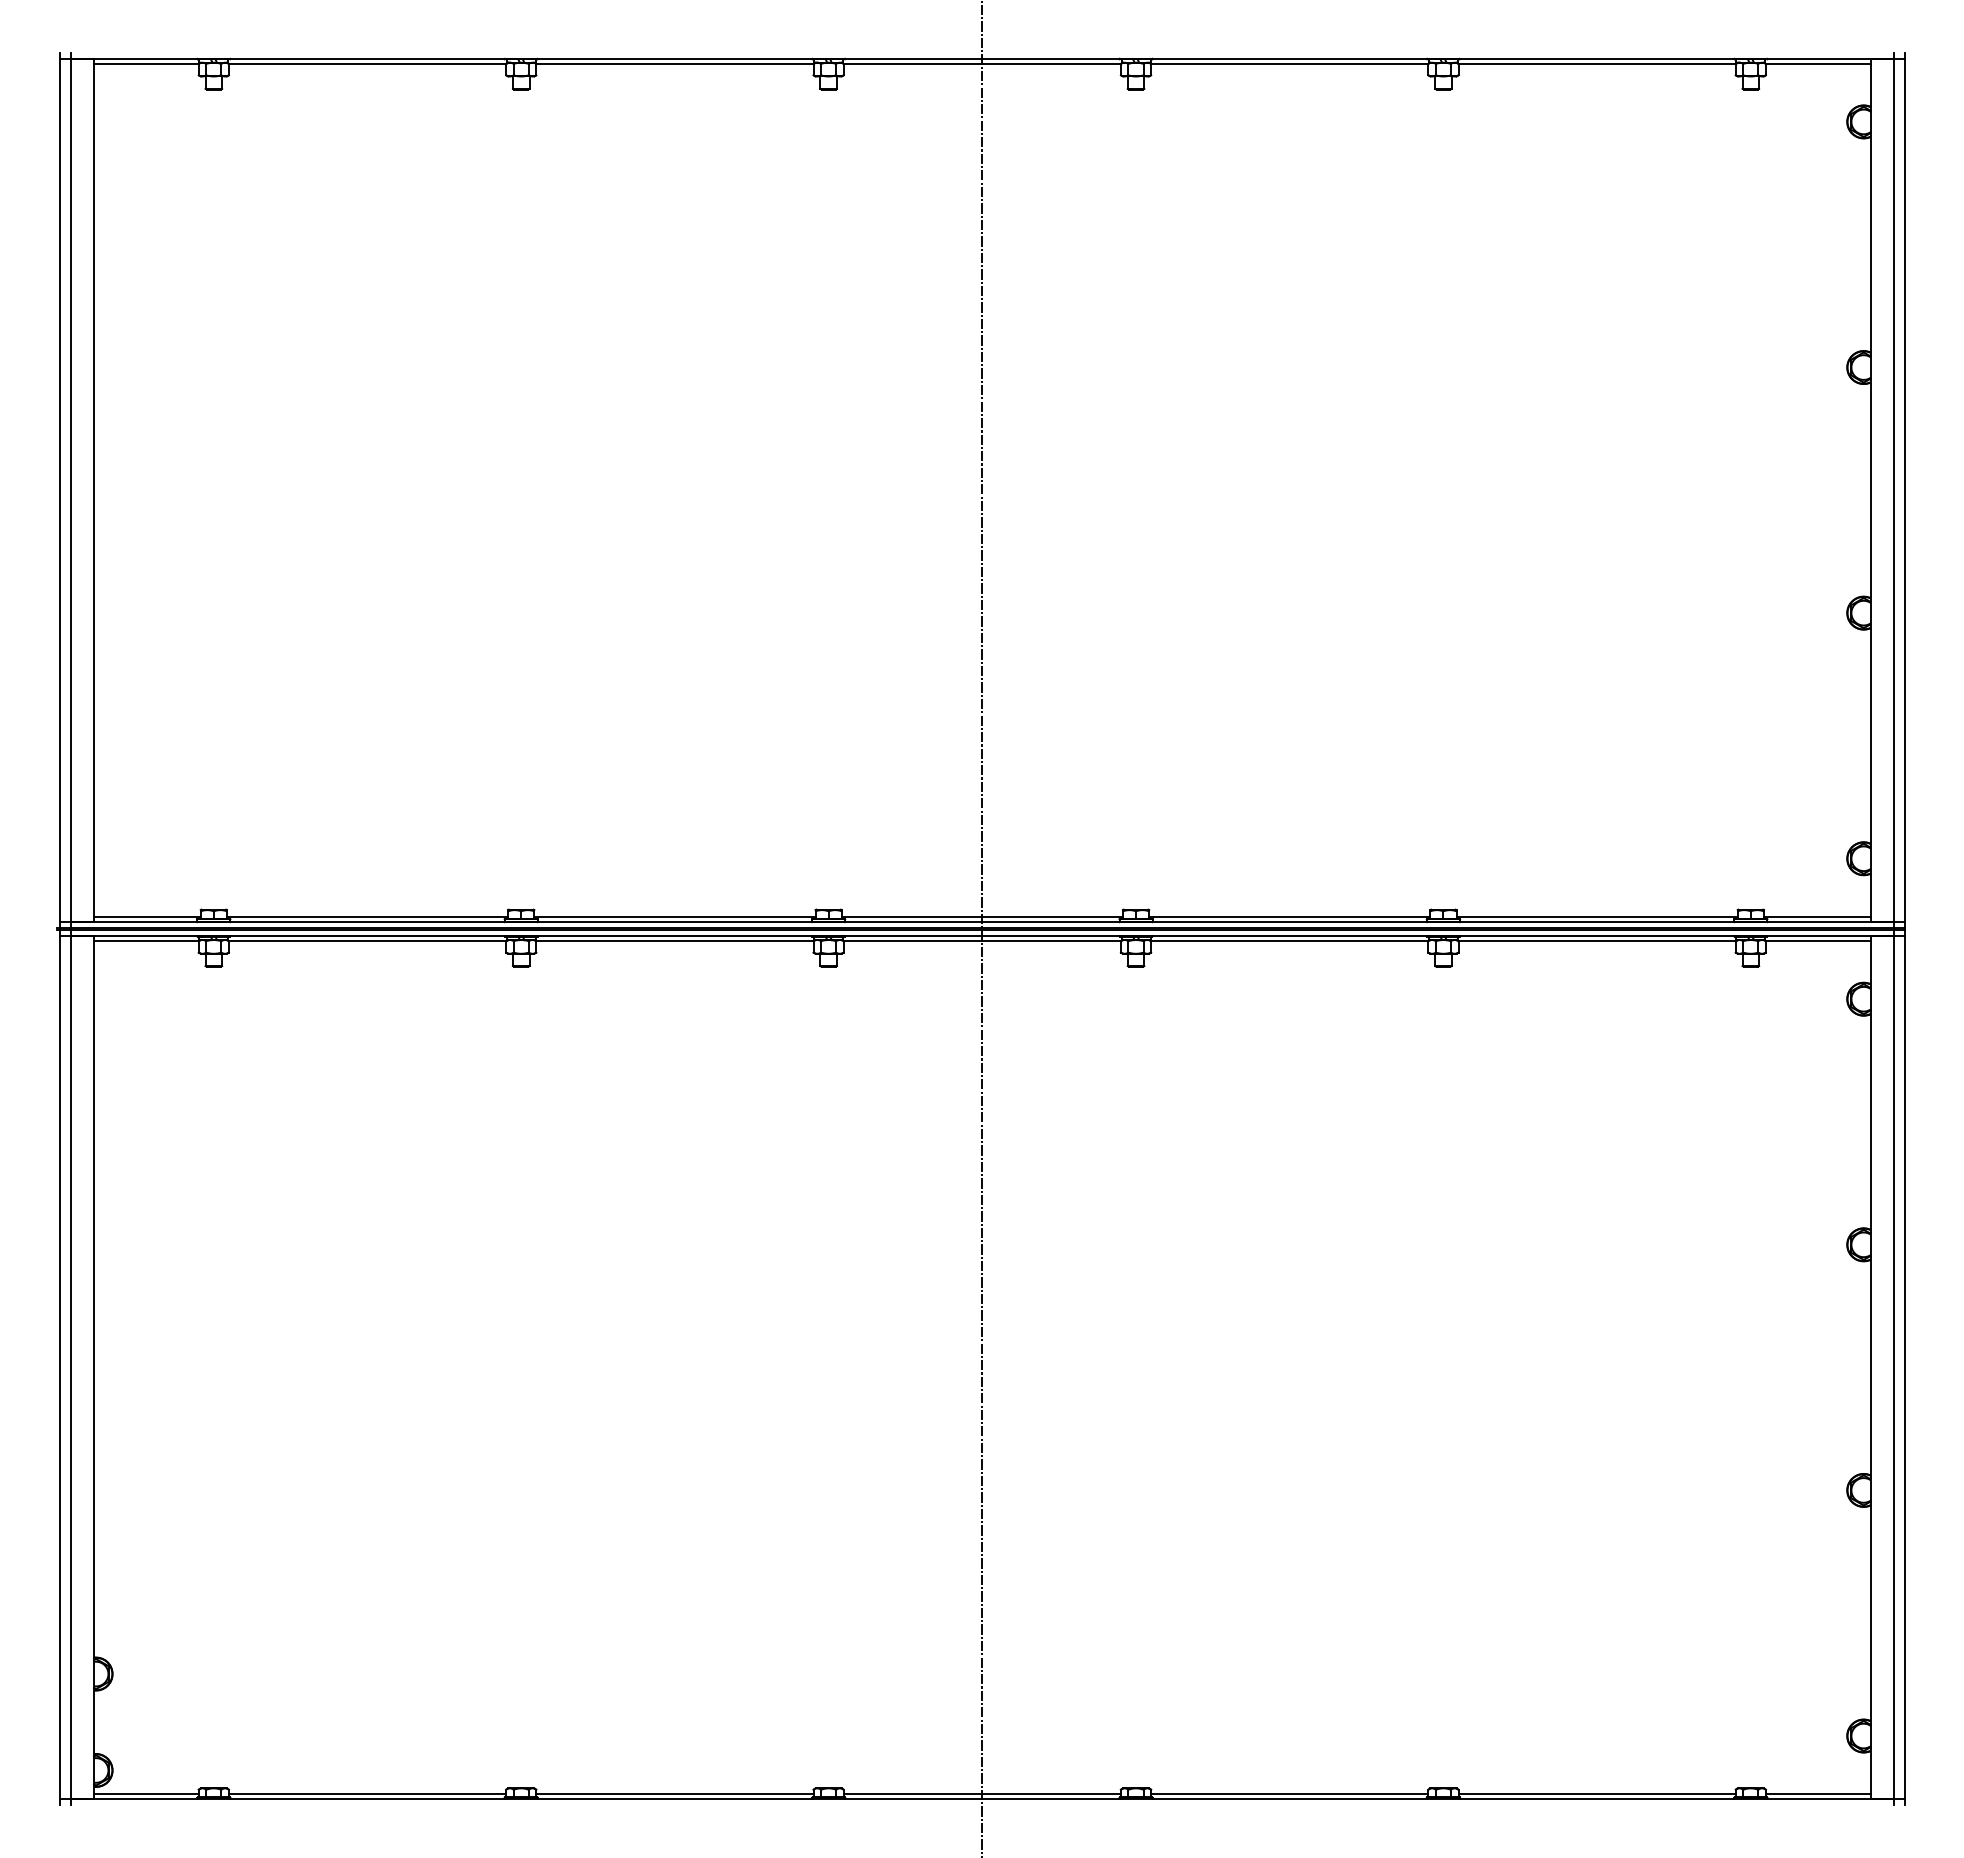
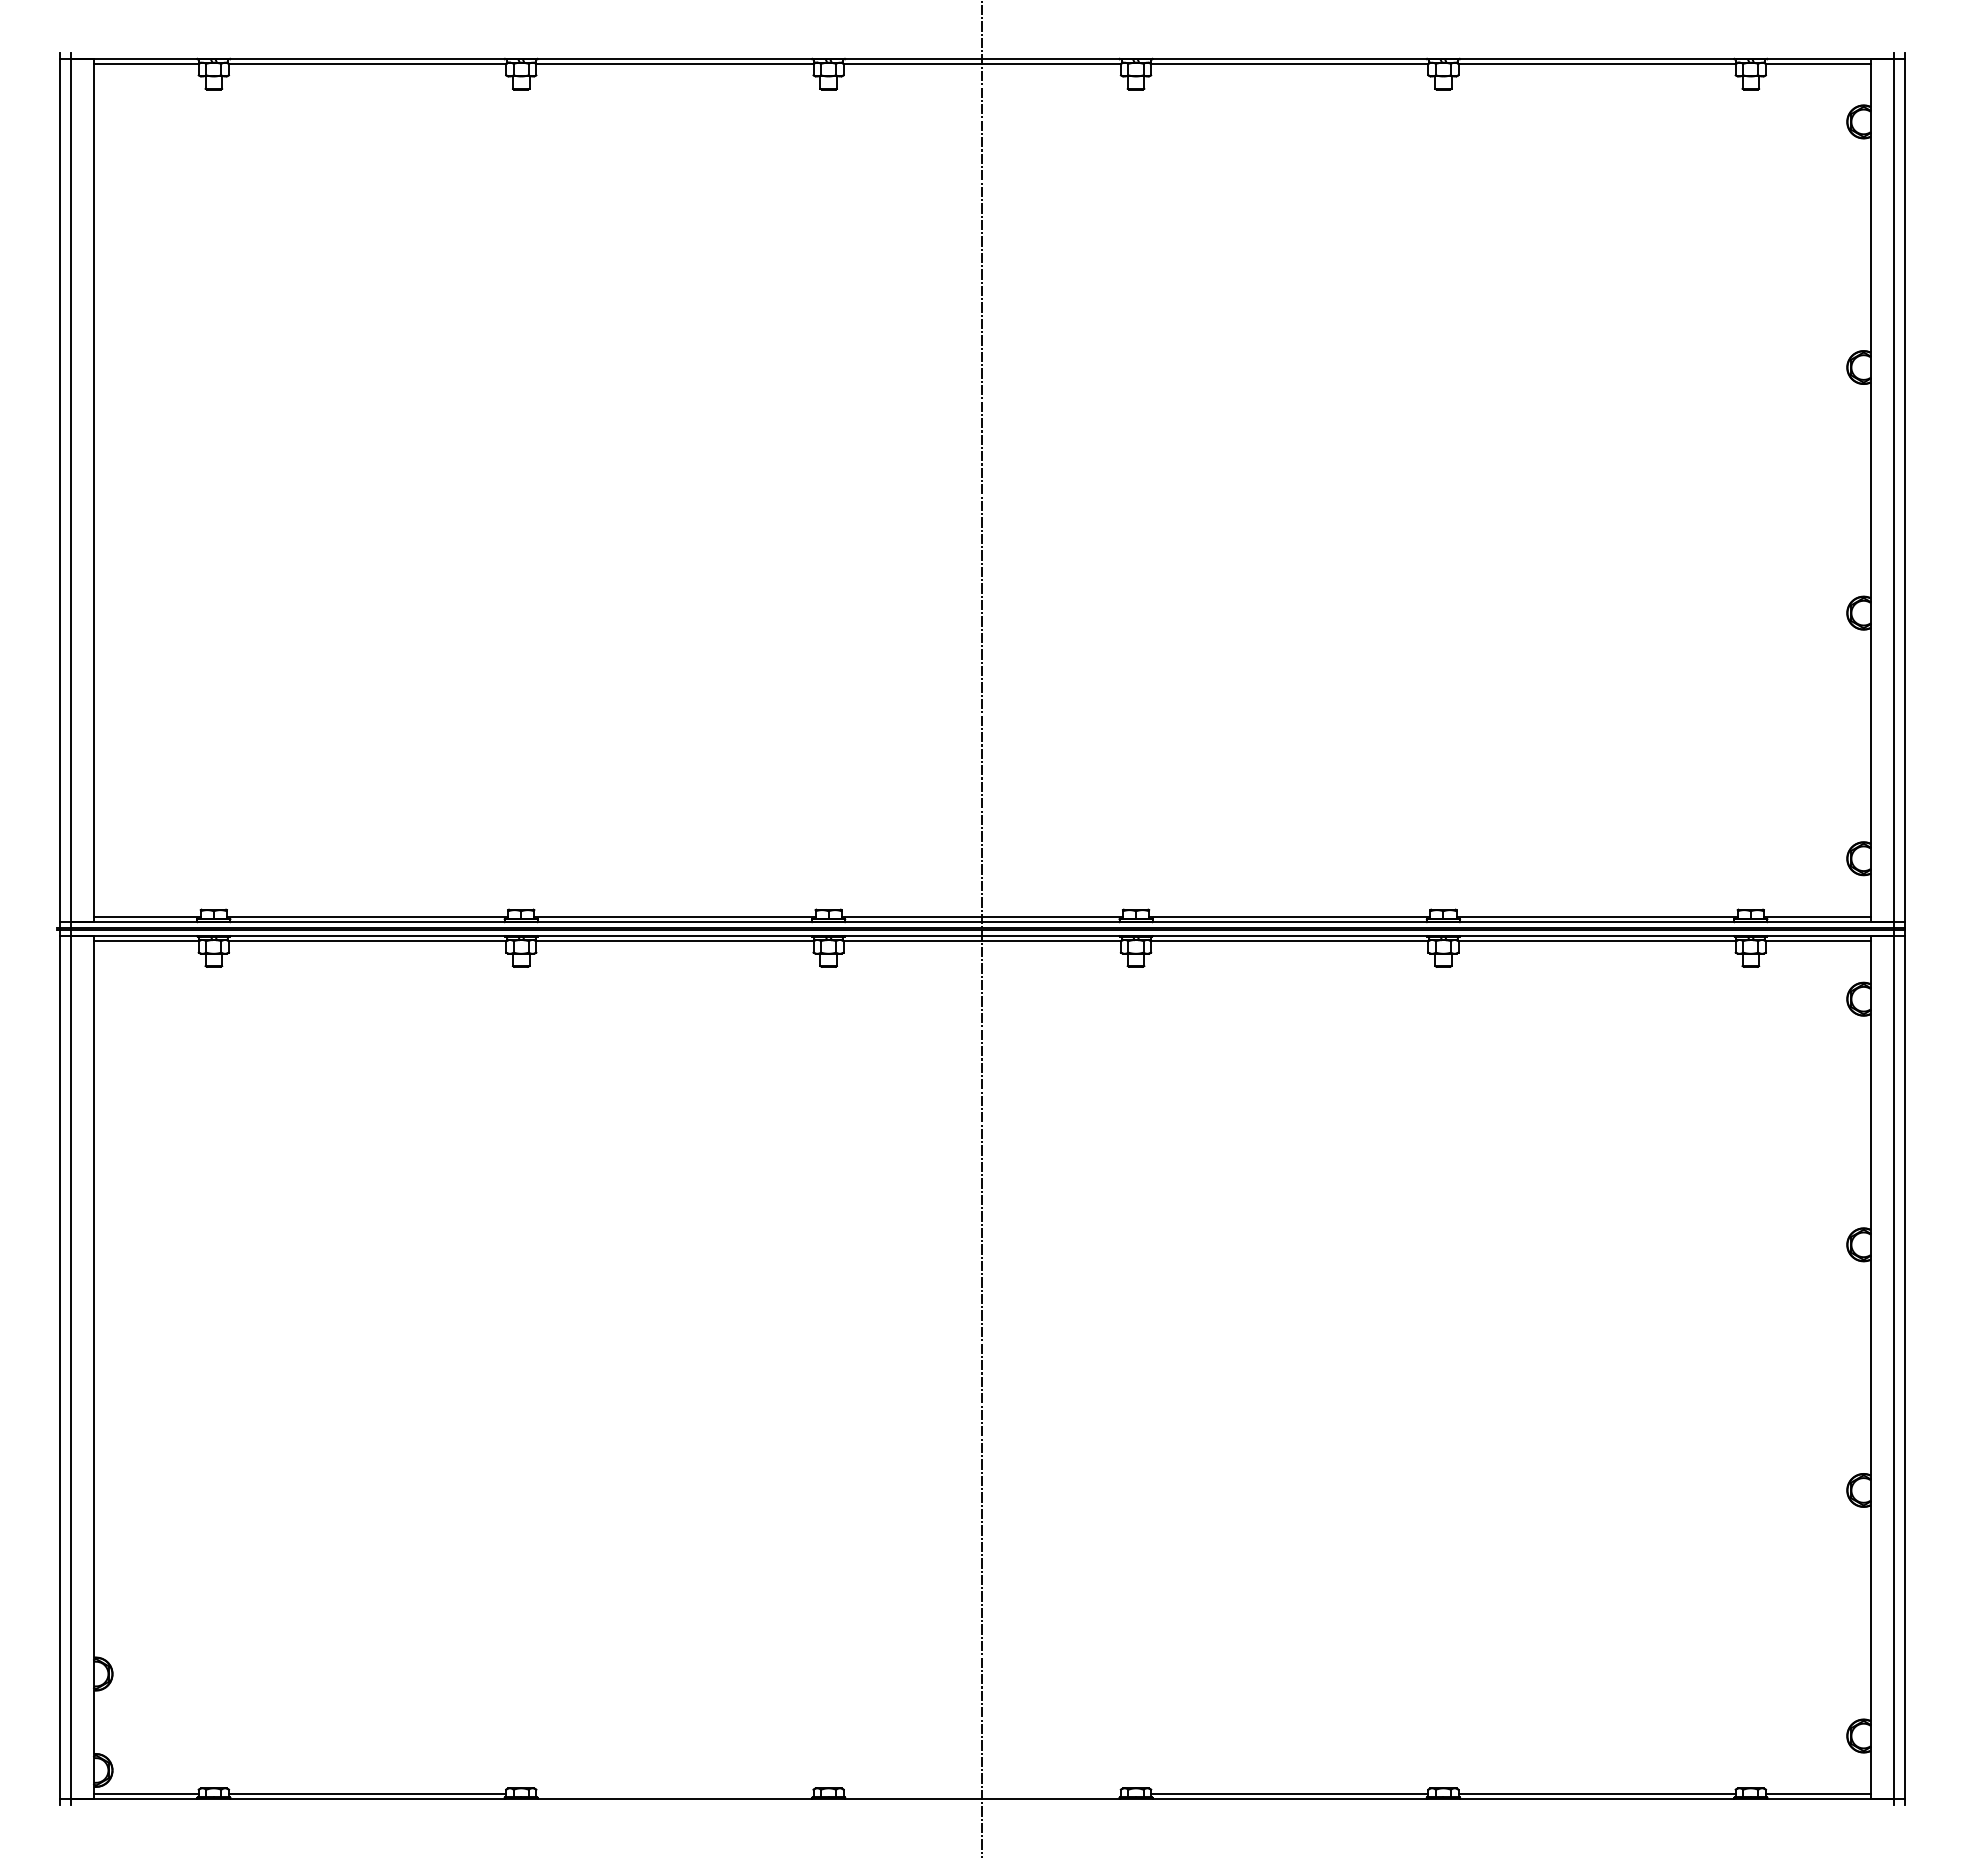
line at (674, 1793): present -> none
line at (981, 1793): present -> none
